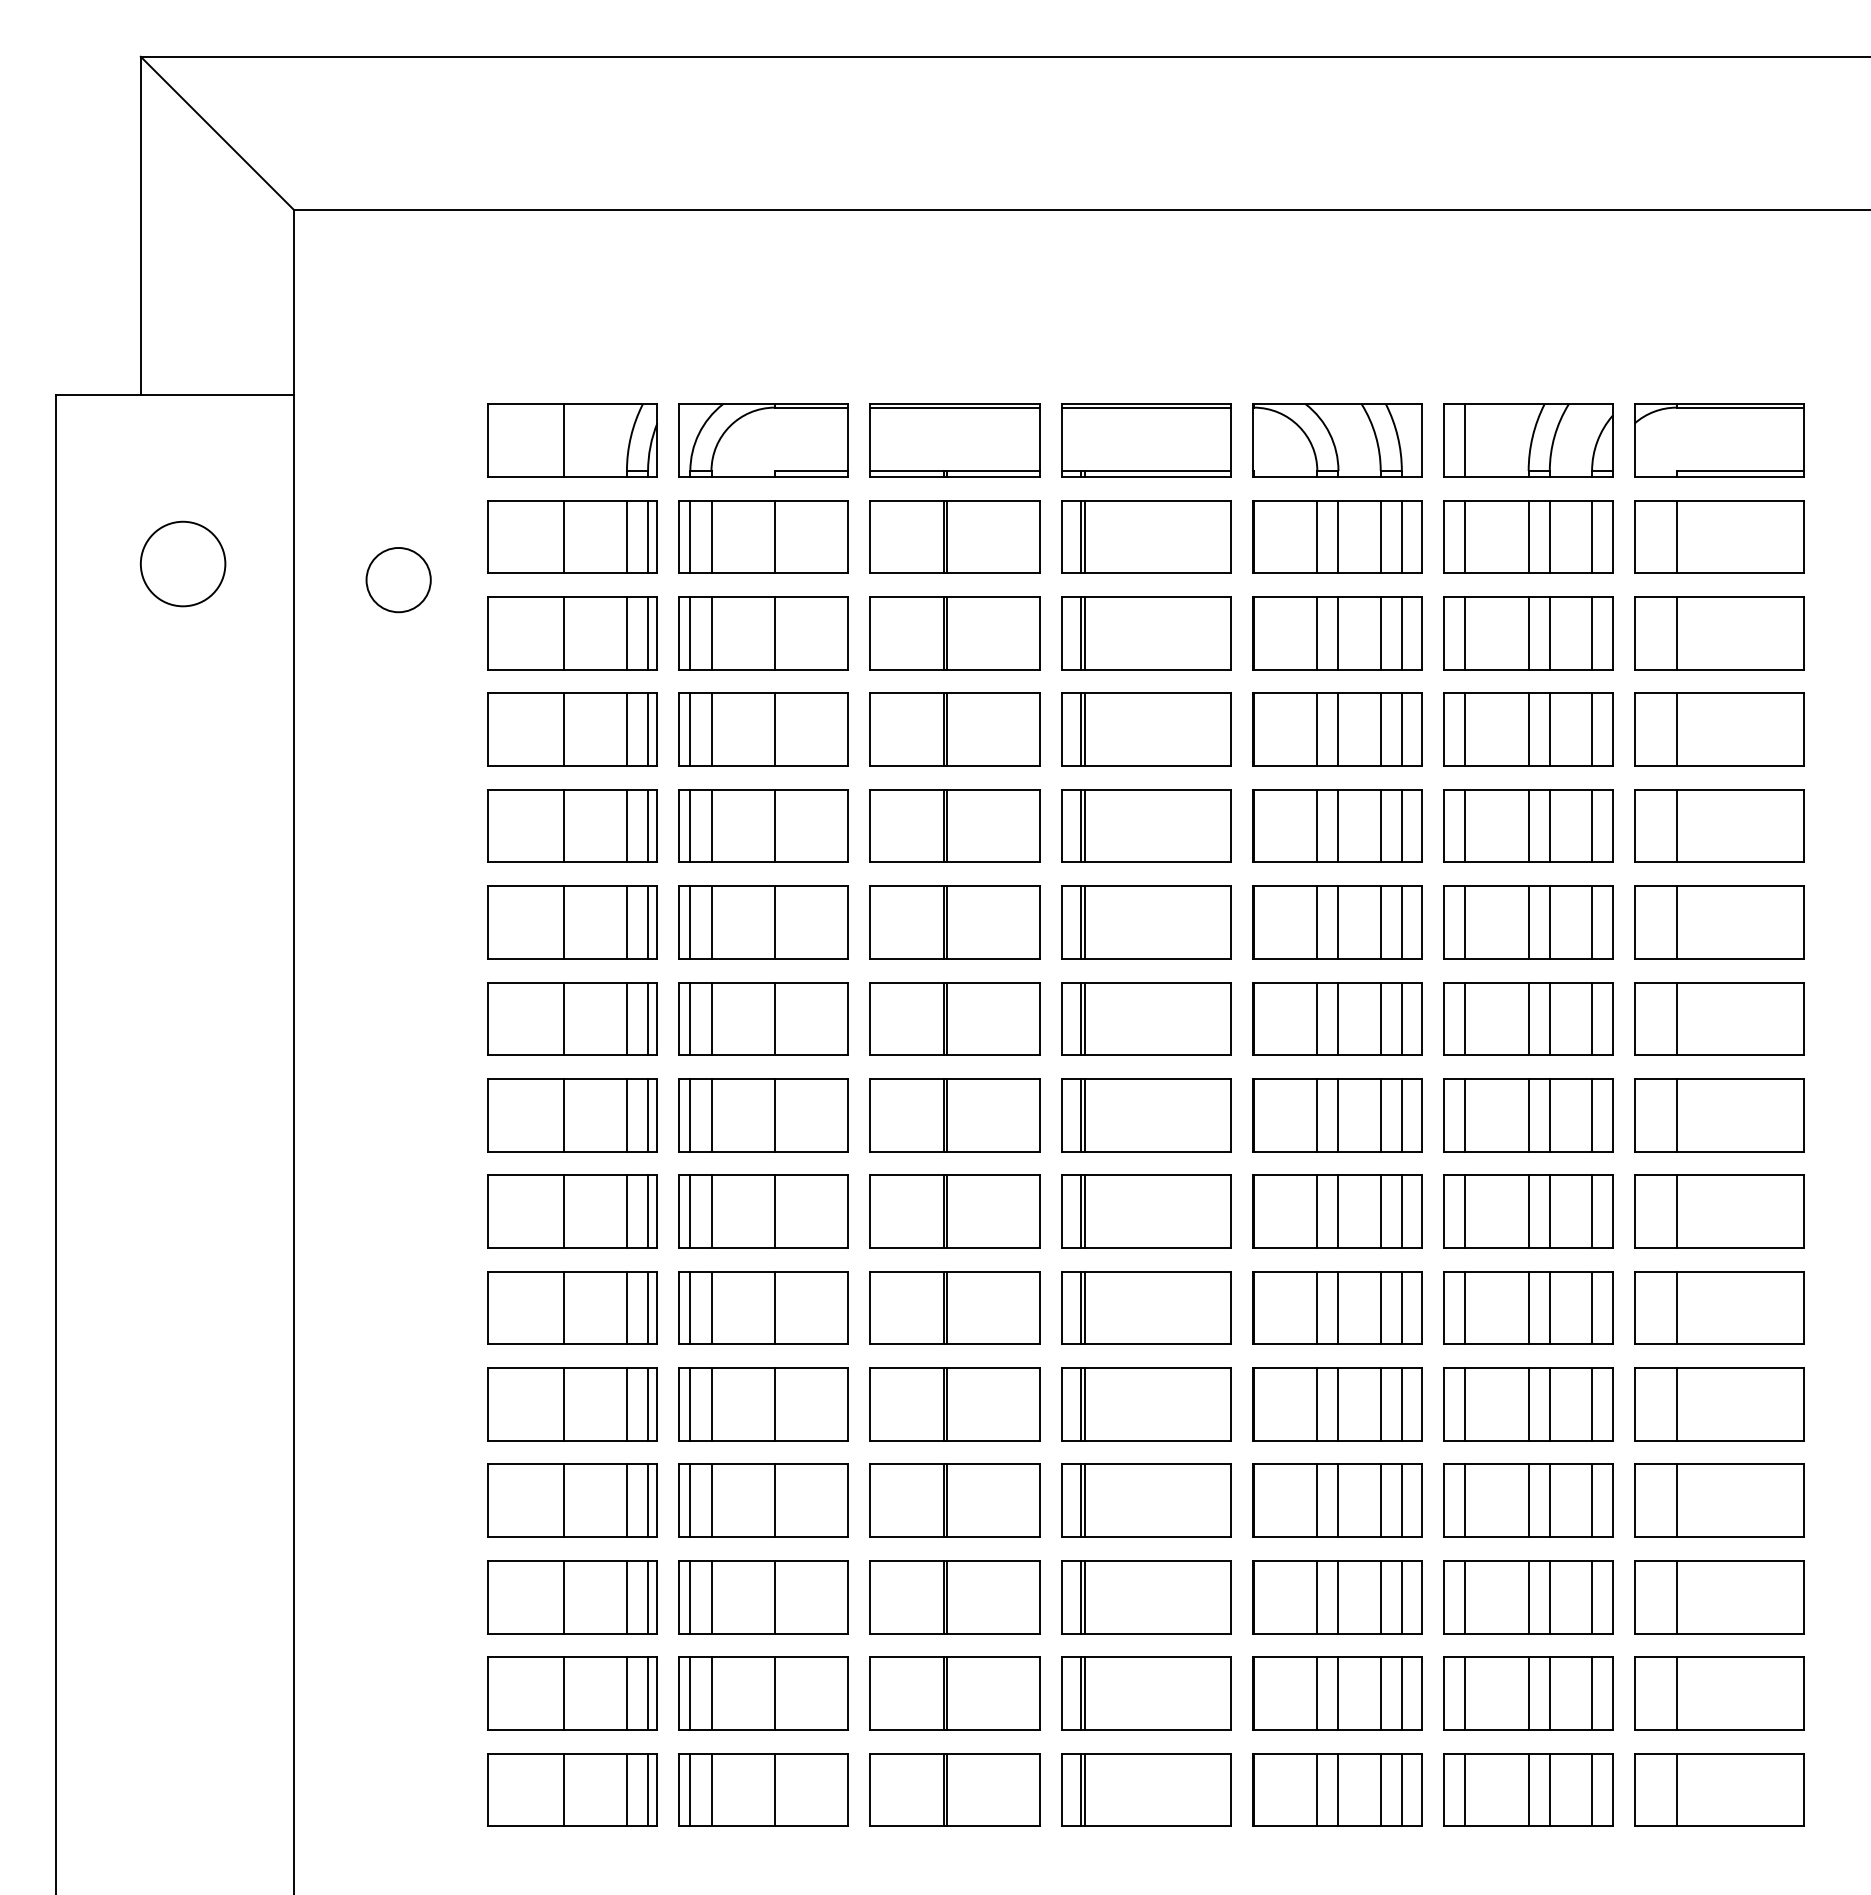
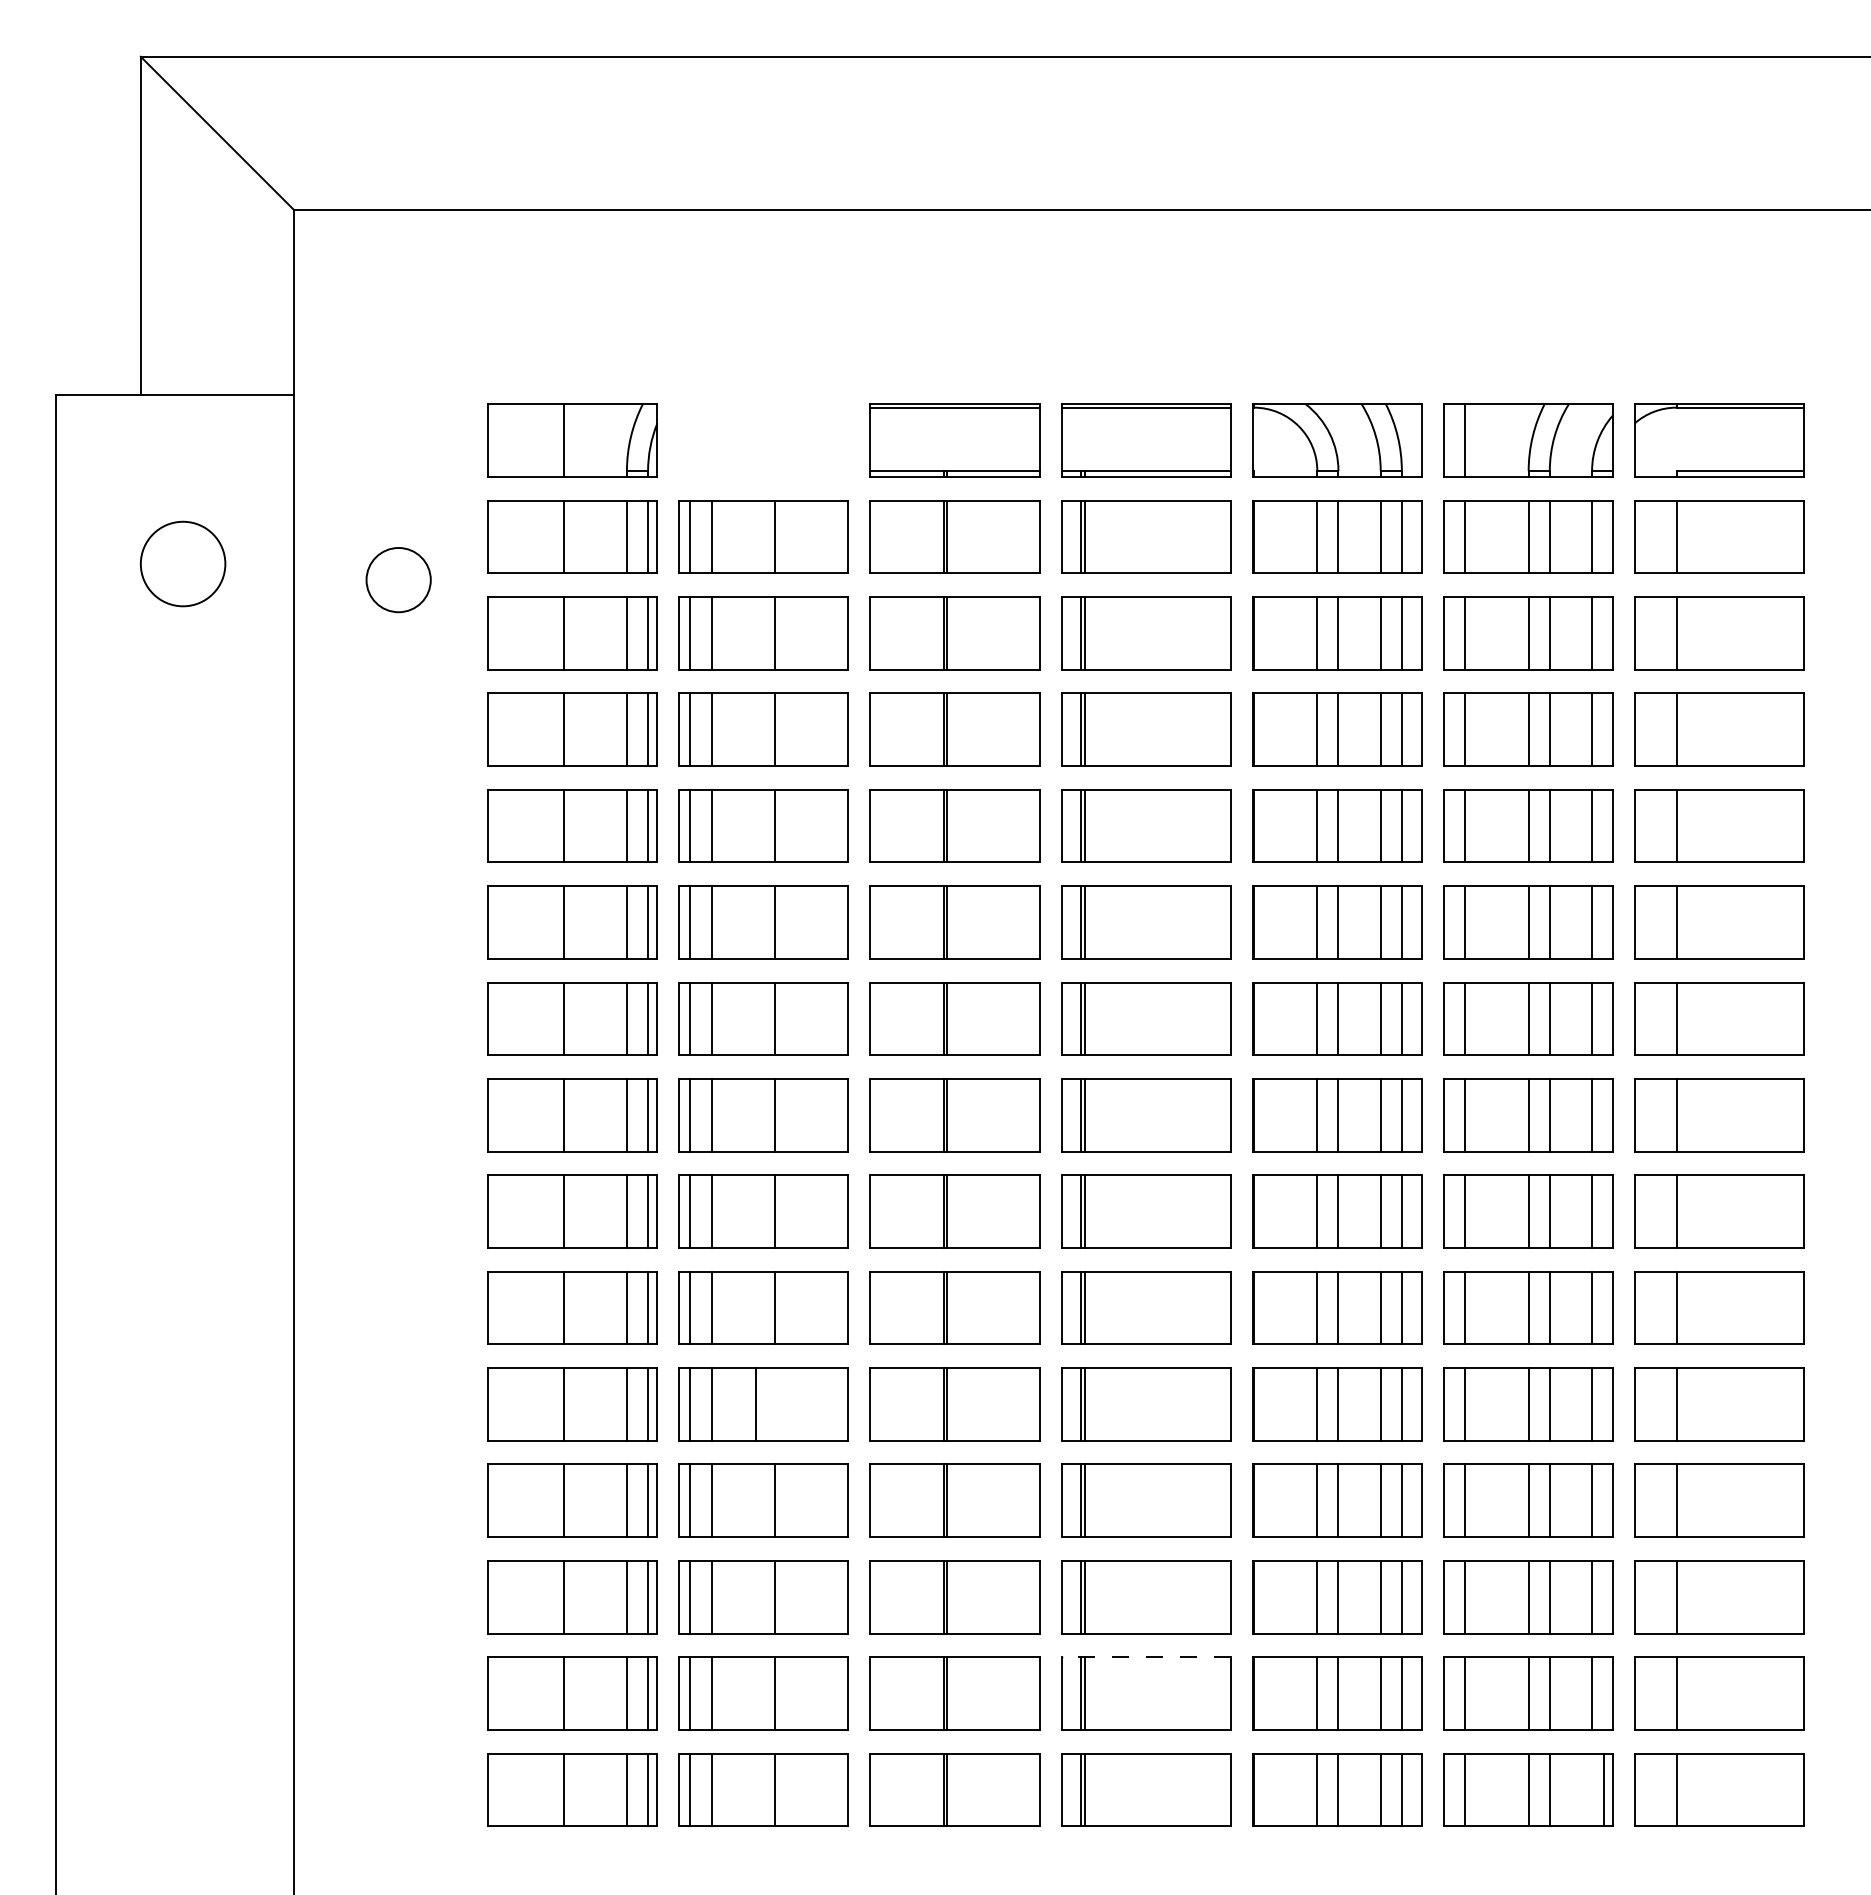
part at (763, 440): present -> none
line at (774, 1404) position: (774, 1404) -> (755, 1404)
line at (1146, 1657): solid -> dashed
line at (1592, 1789) position: (1592, 1789) -> (1604, 1789)
